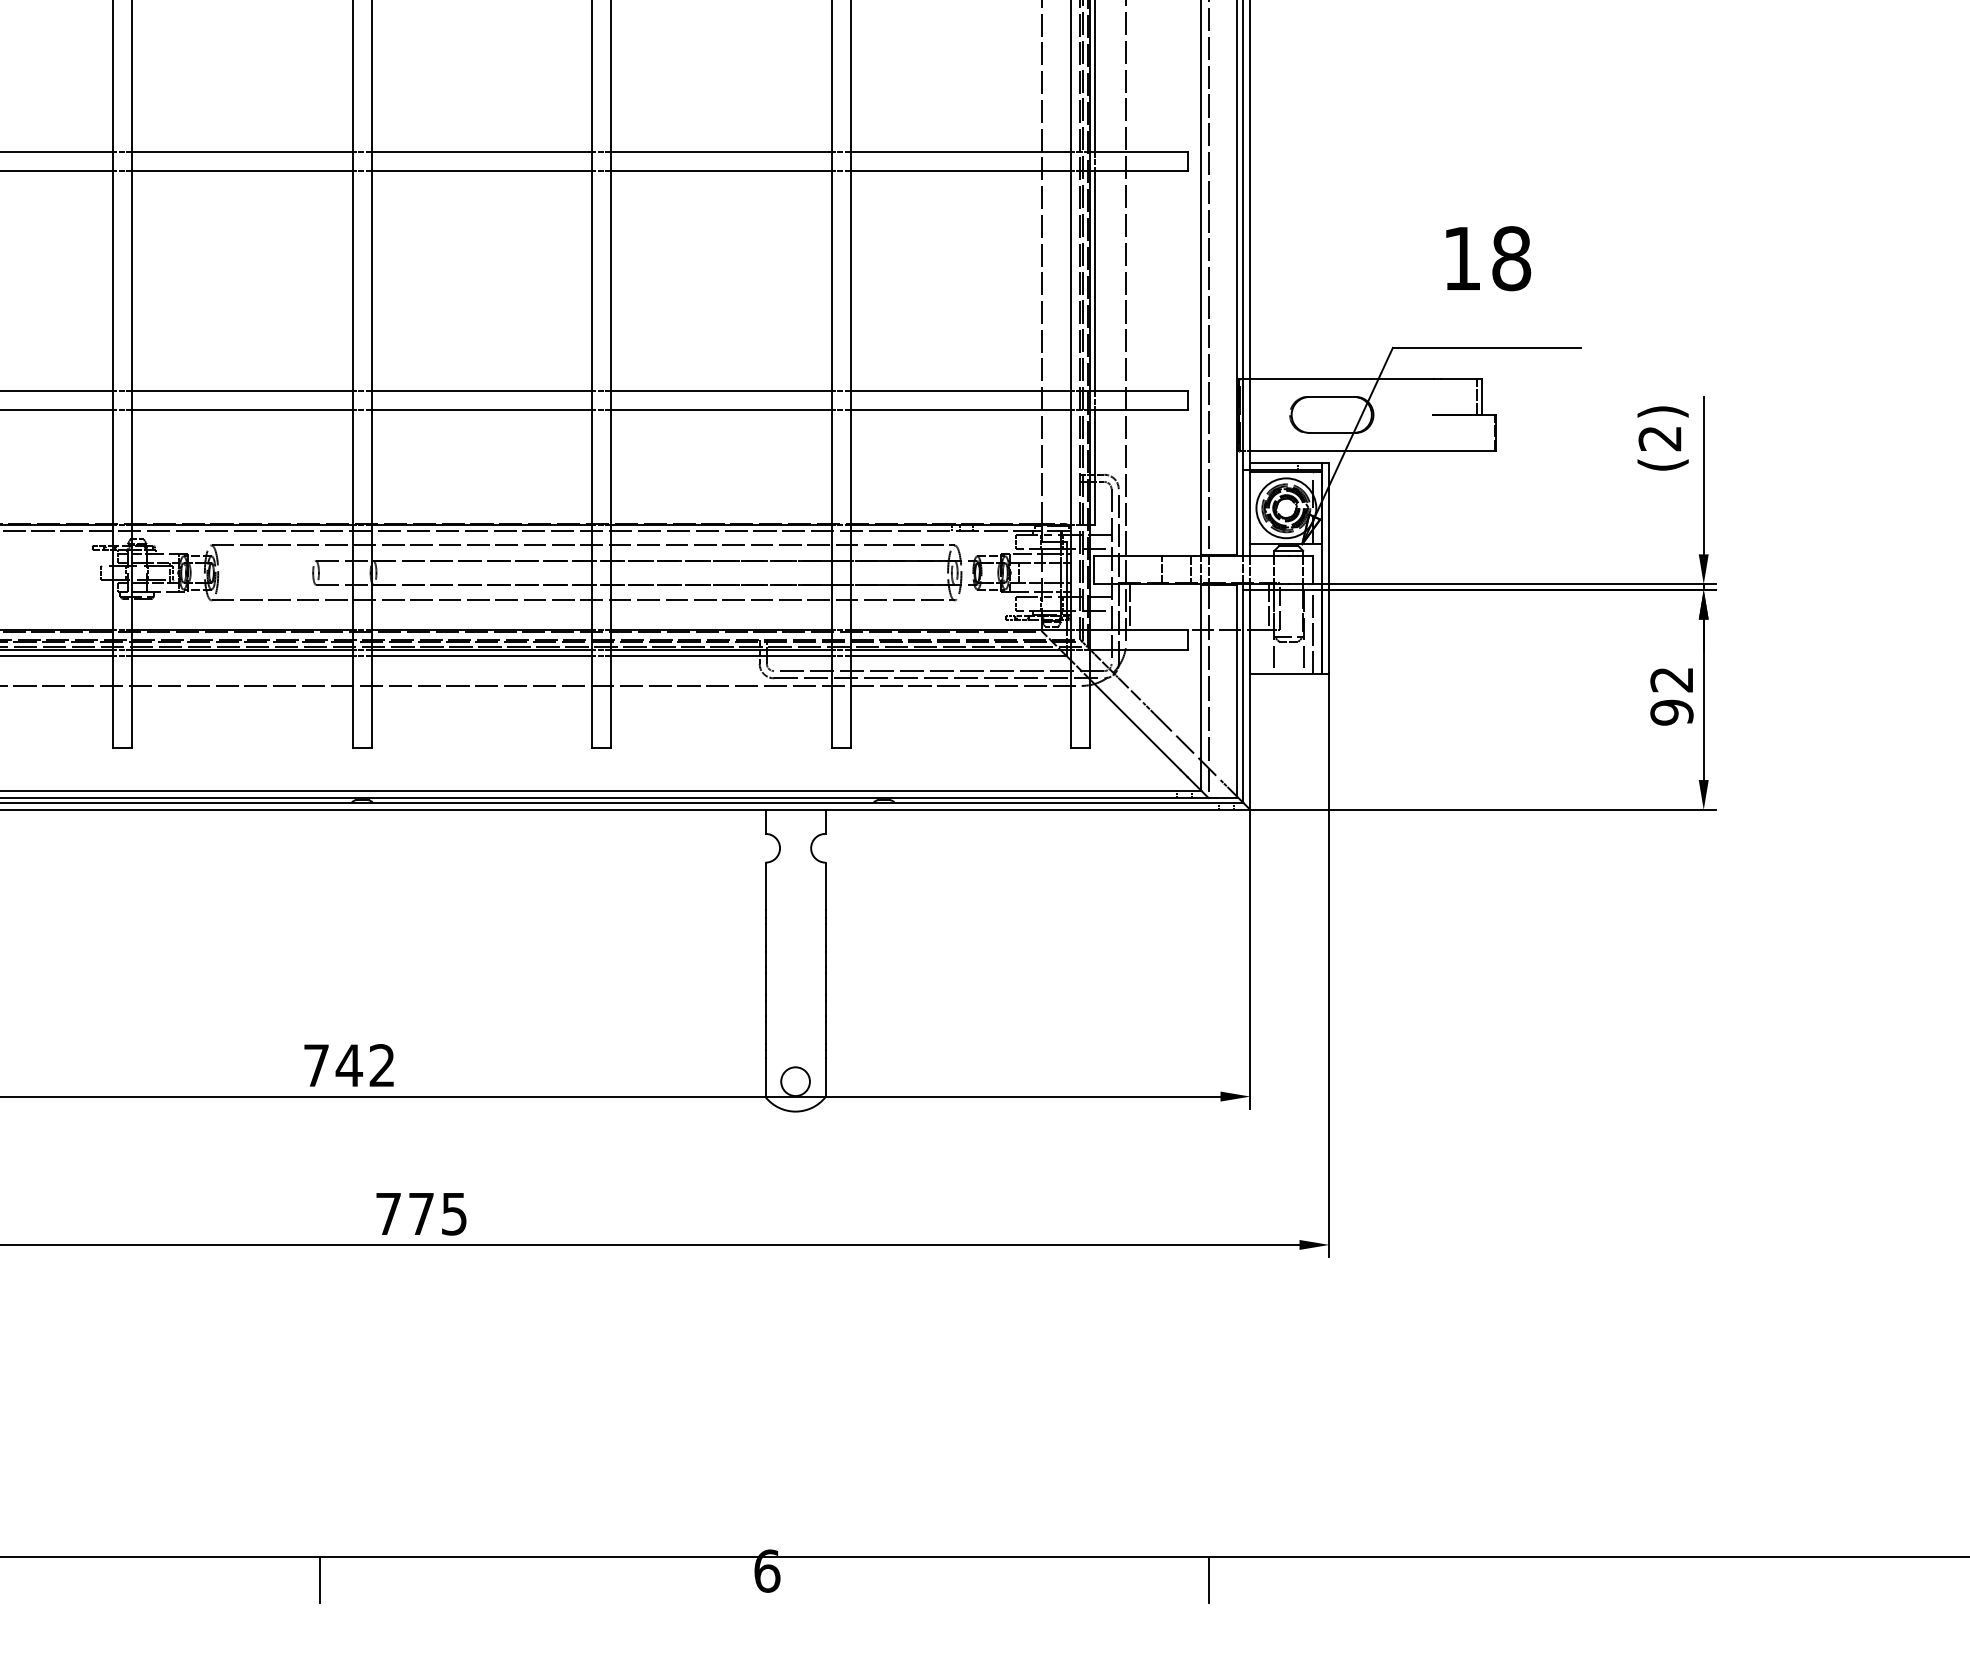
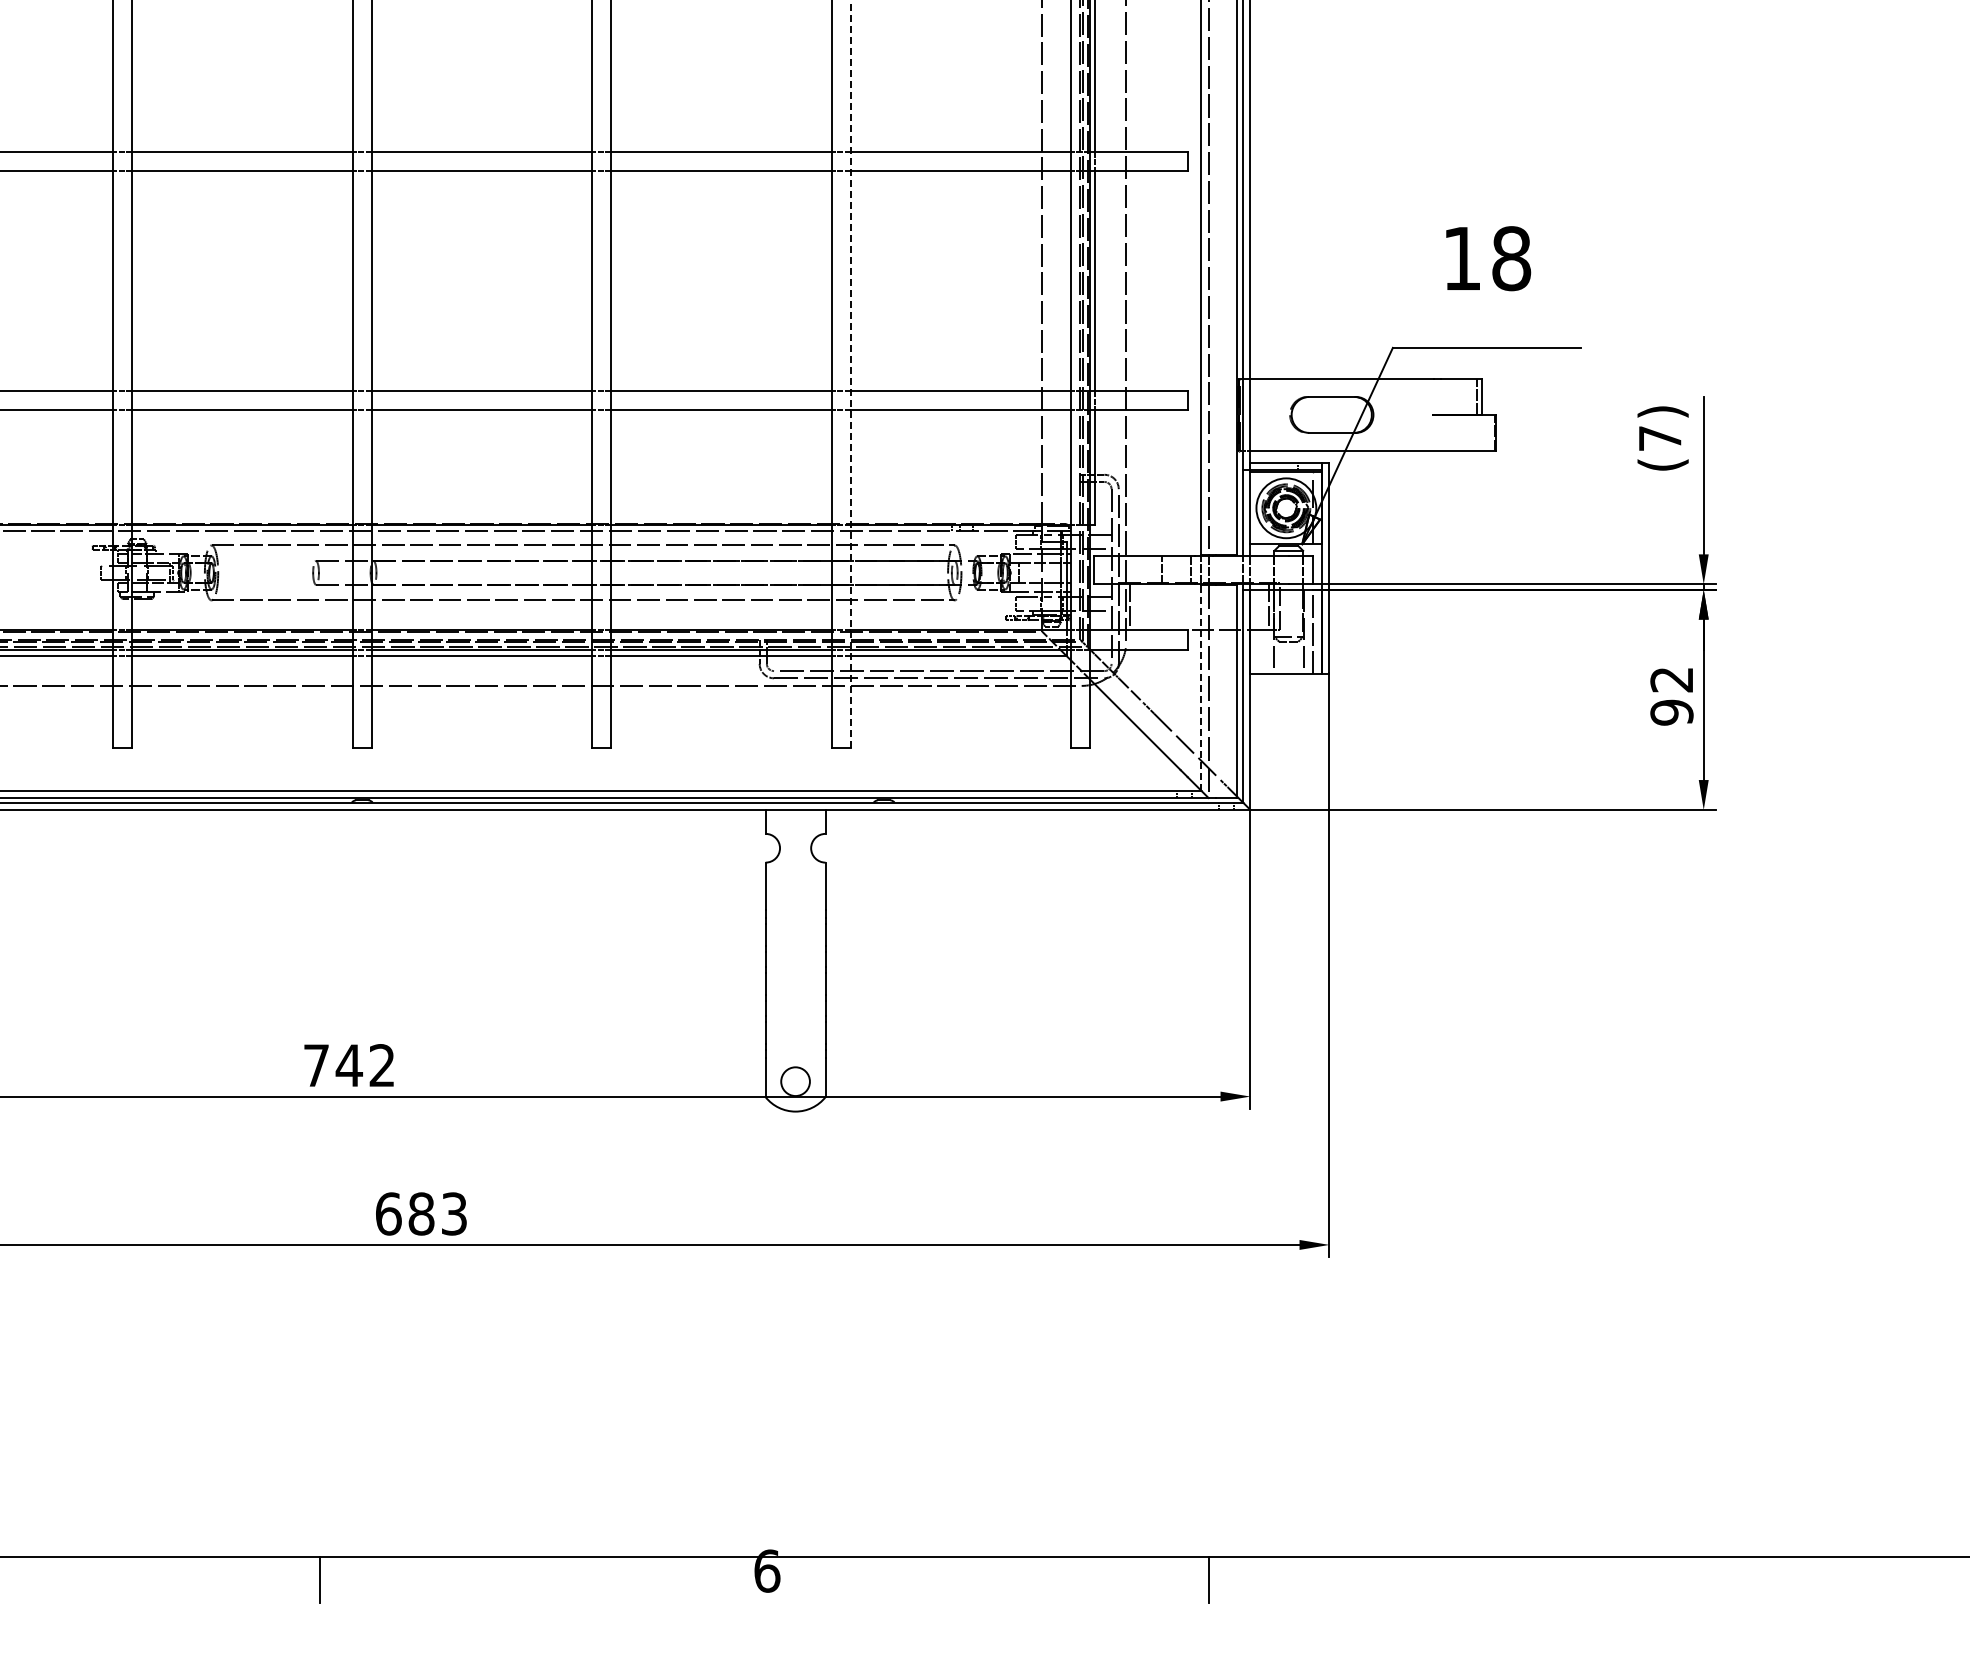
line at (850, 373): solid -> dashed
text at (1659, 438): (2) -> (7)
line at (1201, 687): solid -> dashed
text at (421, 1213): 775 -> 683
